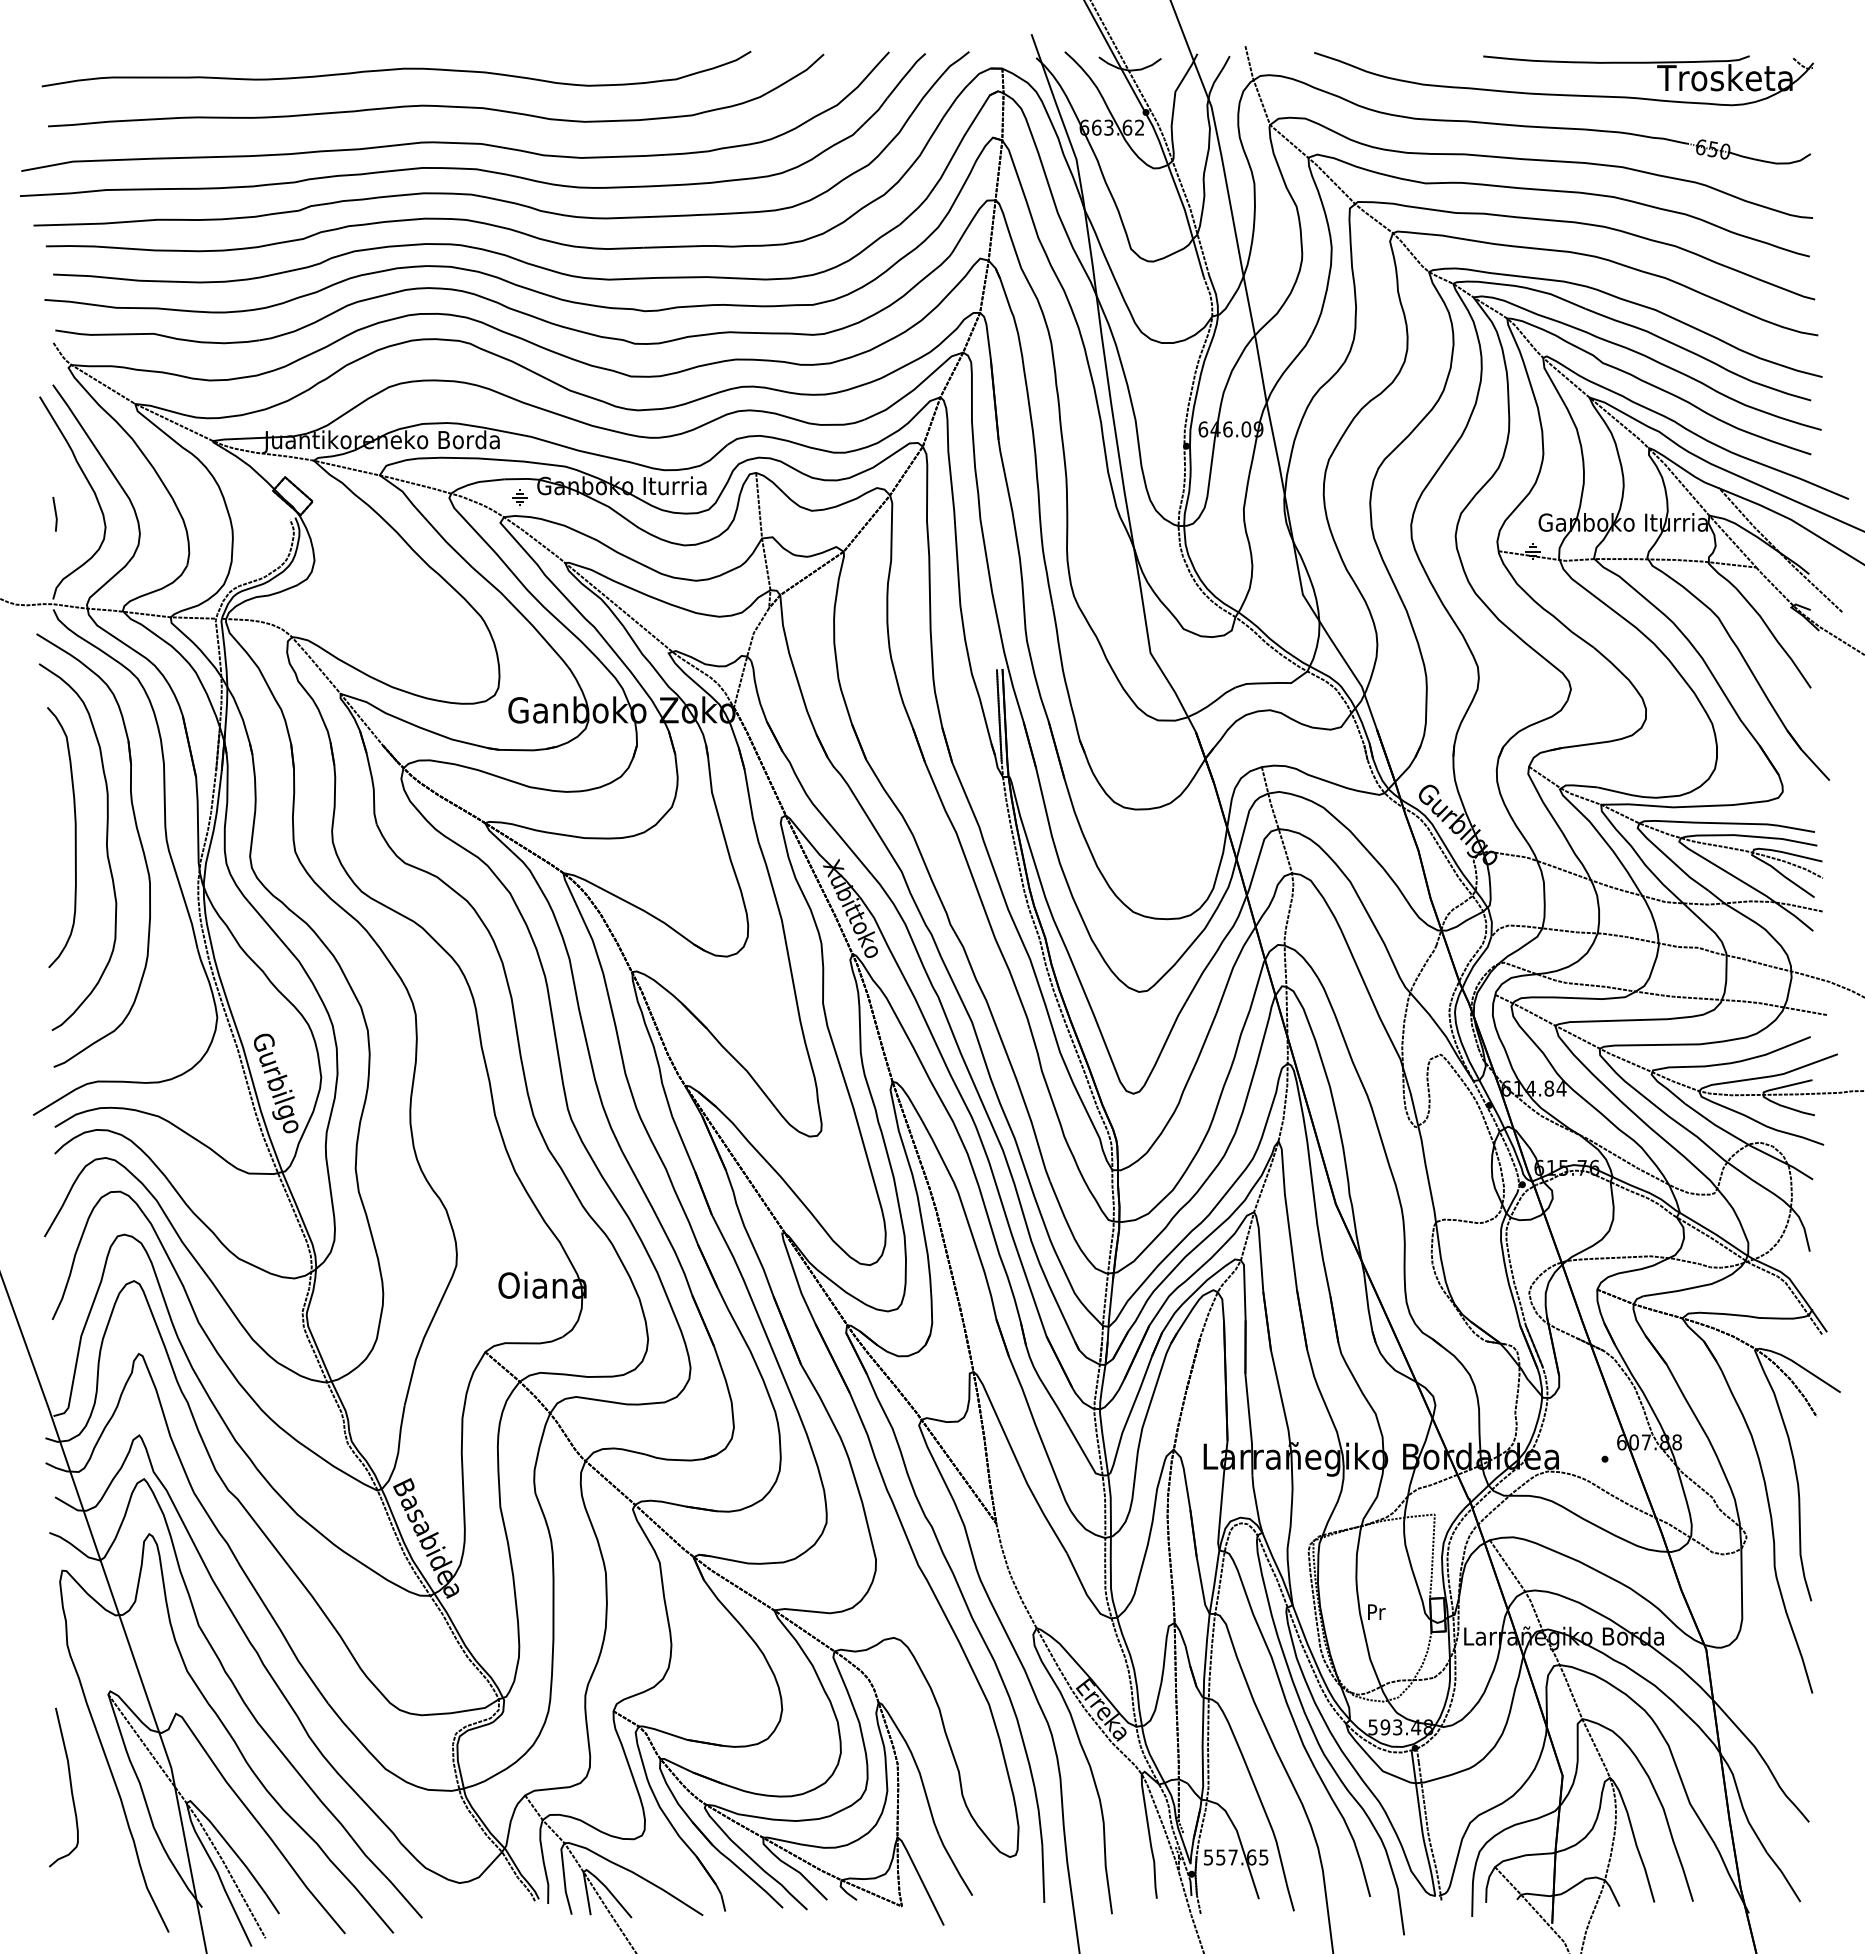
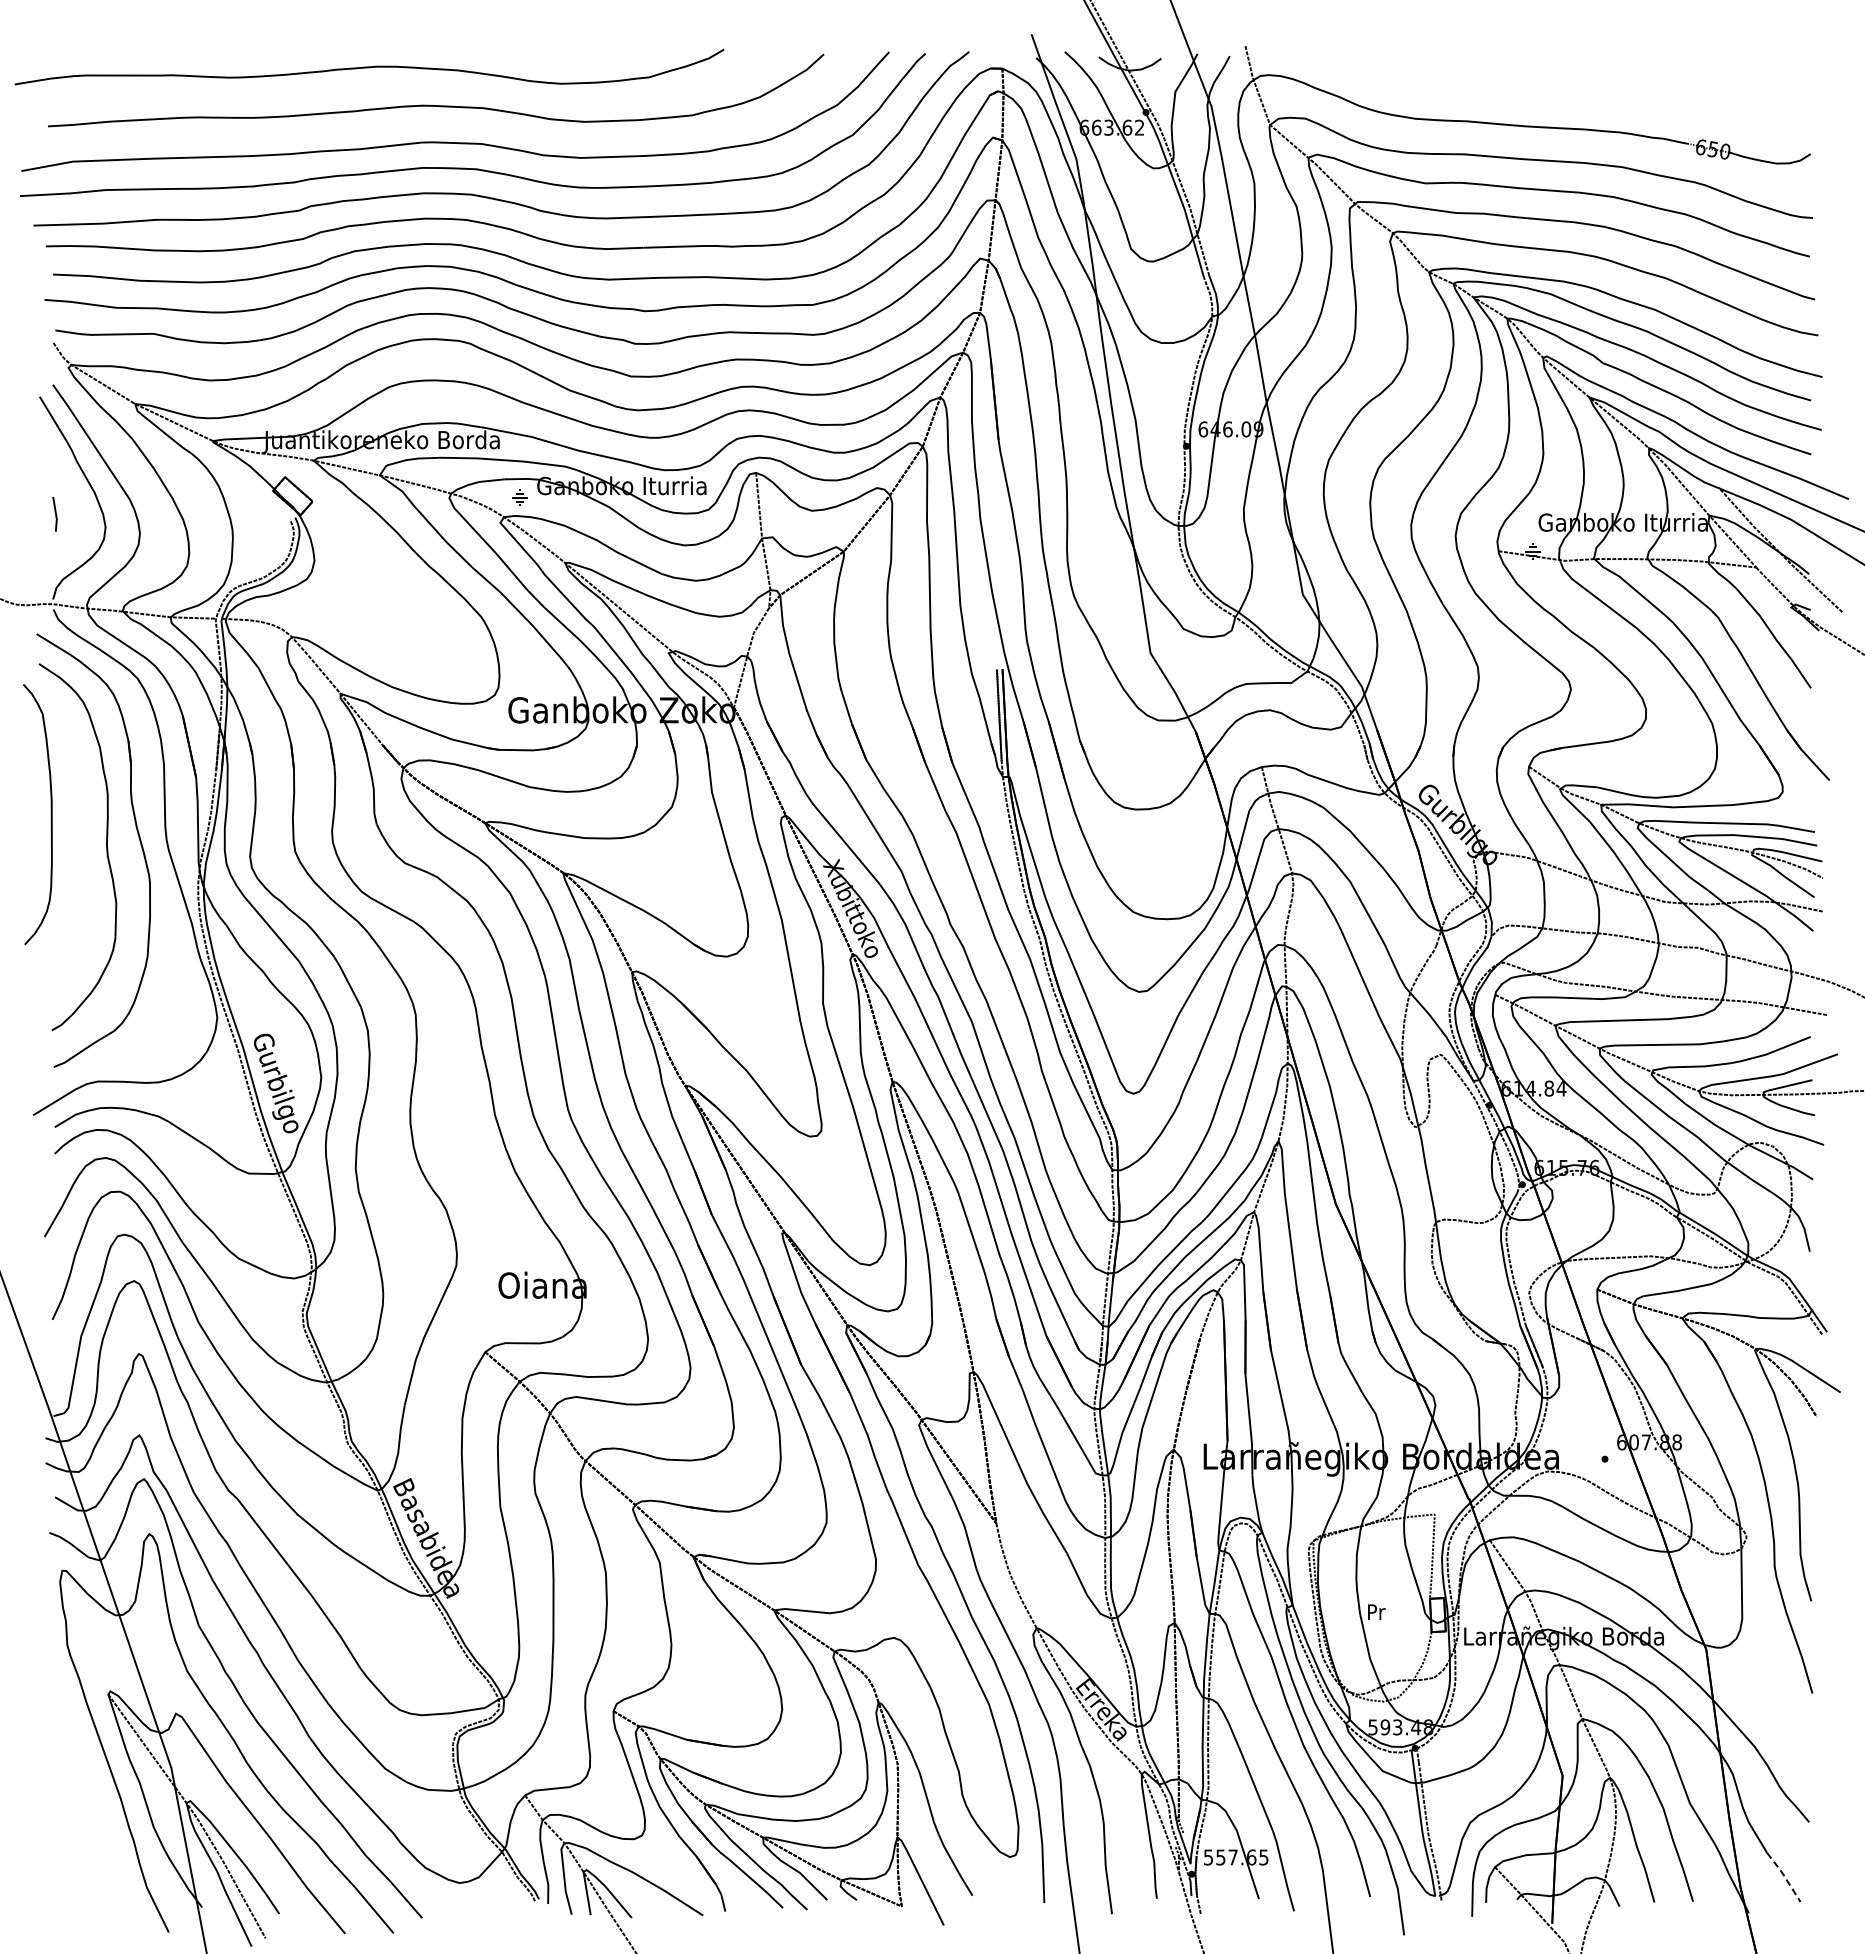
part at (396, 68) position: (396, 68) -> (369, 66)
part at (1563, 94): present -> none
curve at (74, 837) position: (74, 837) -> (50, 814)
curve at (70, 1787): present -> none
line at (1784, 1876): solid -> dashed
